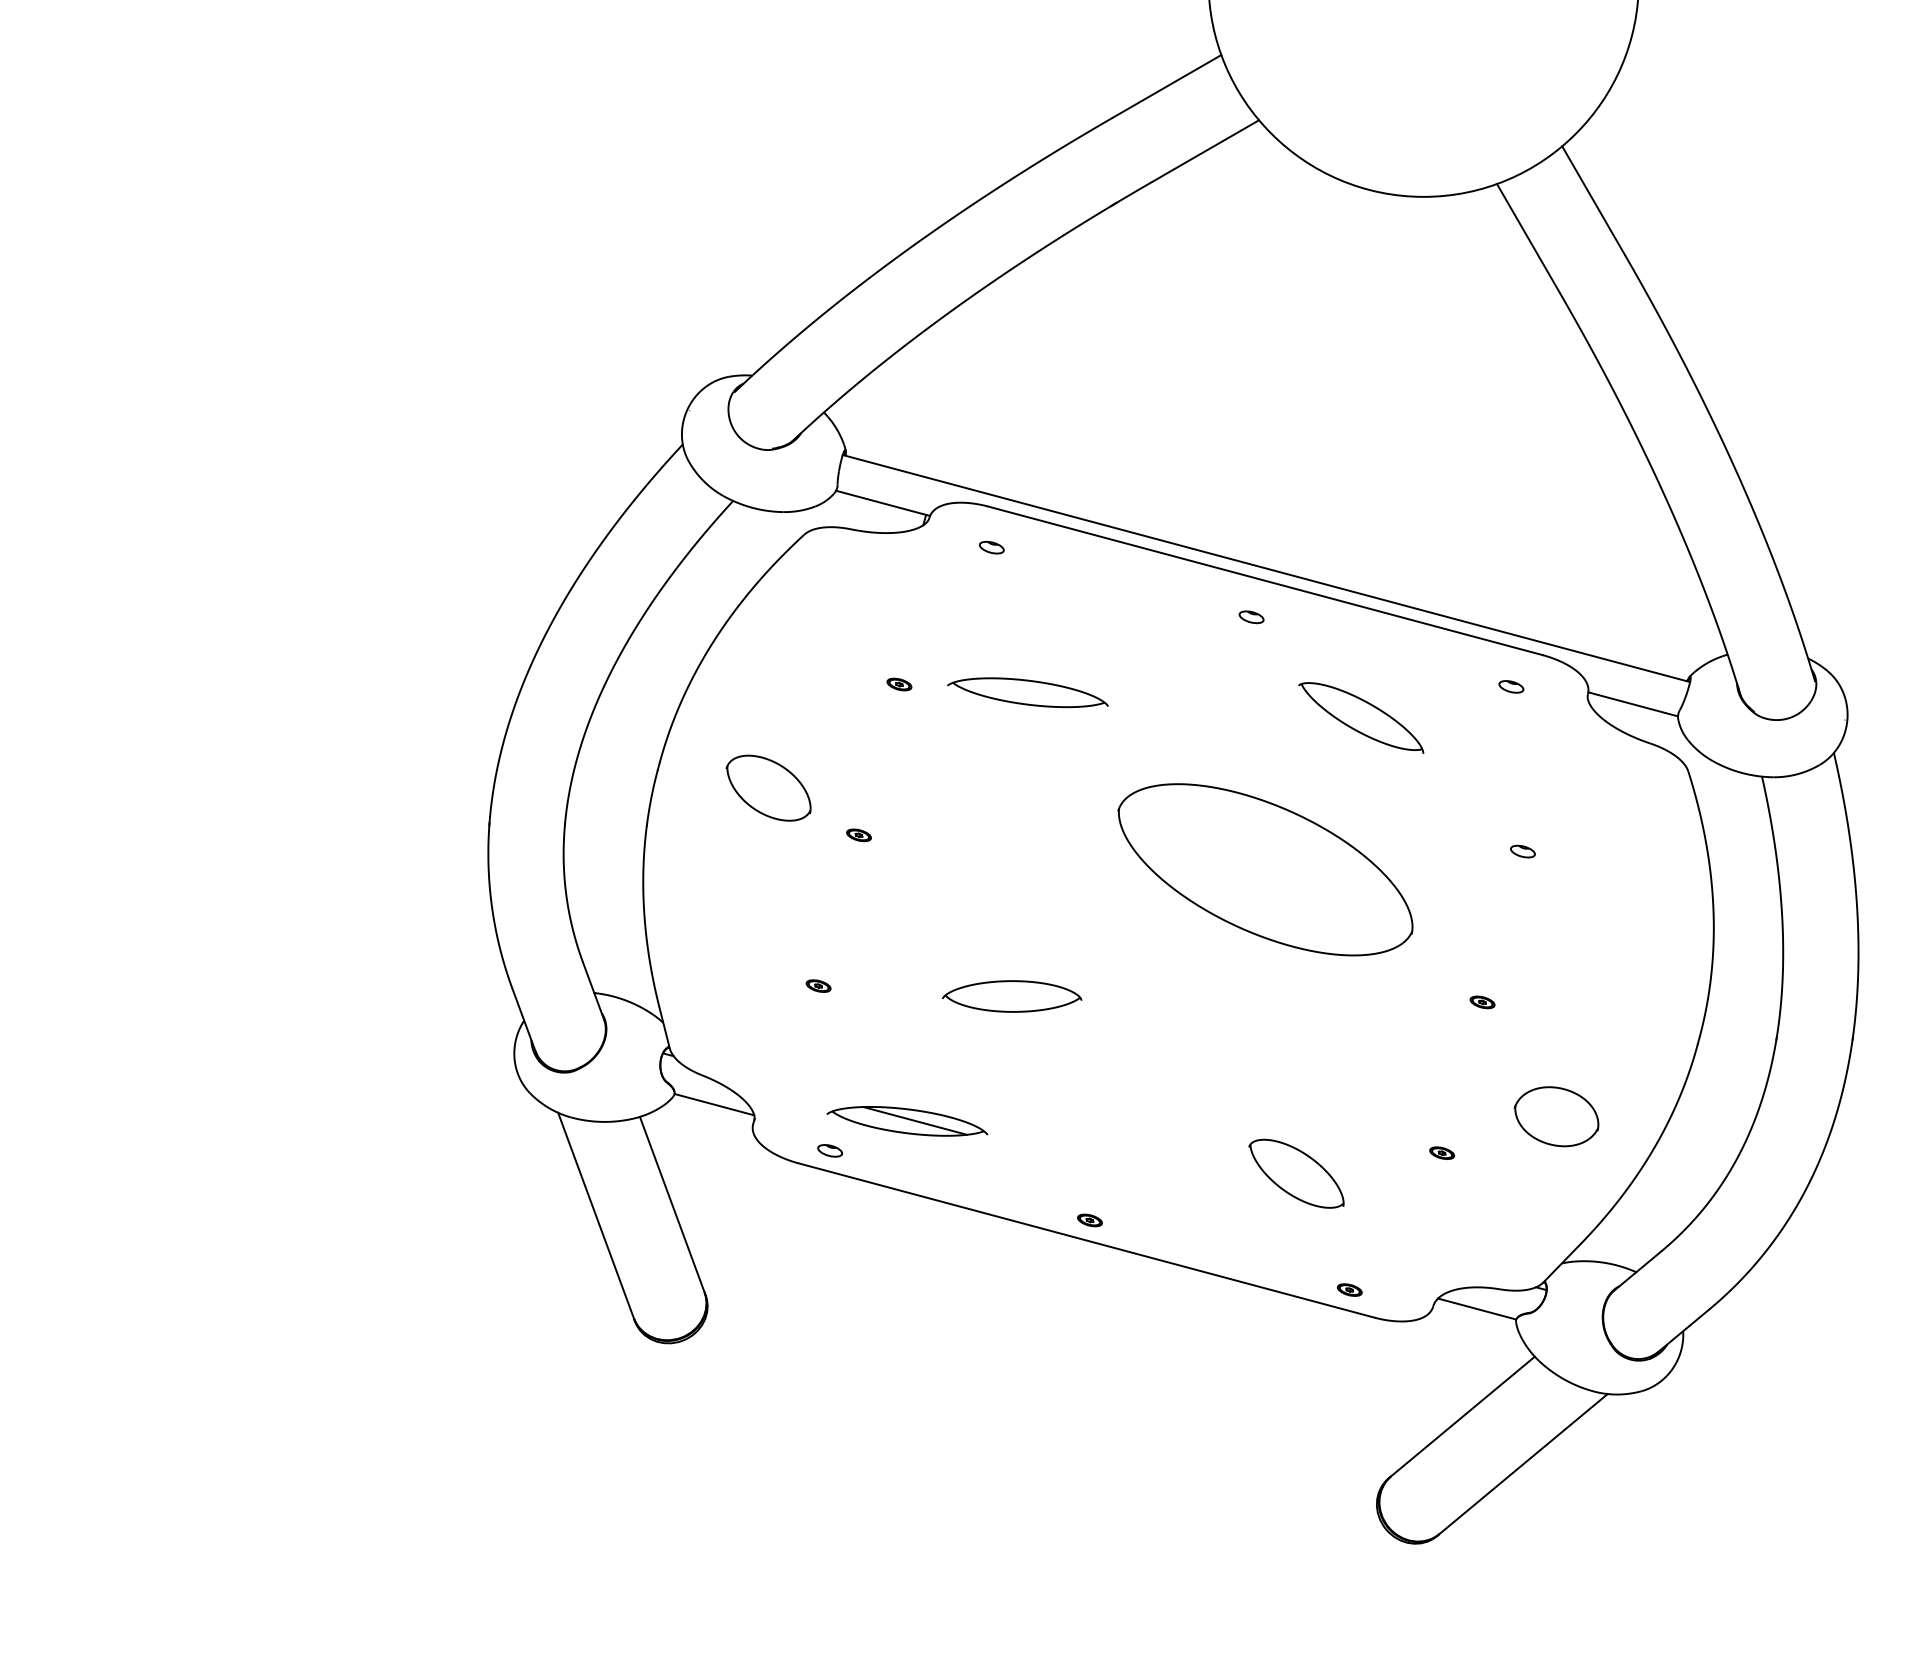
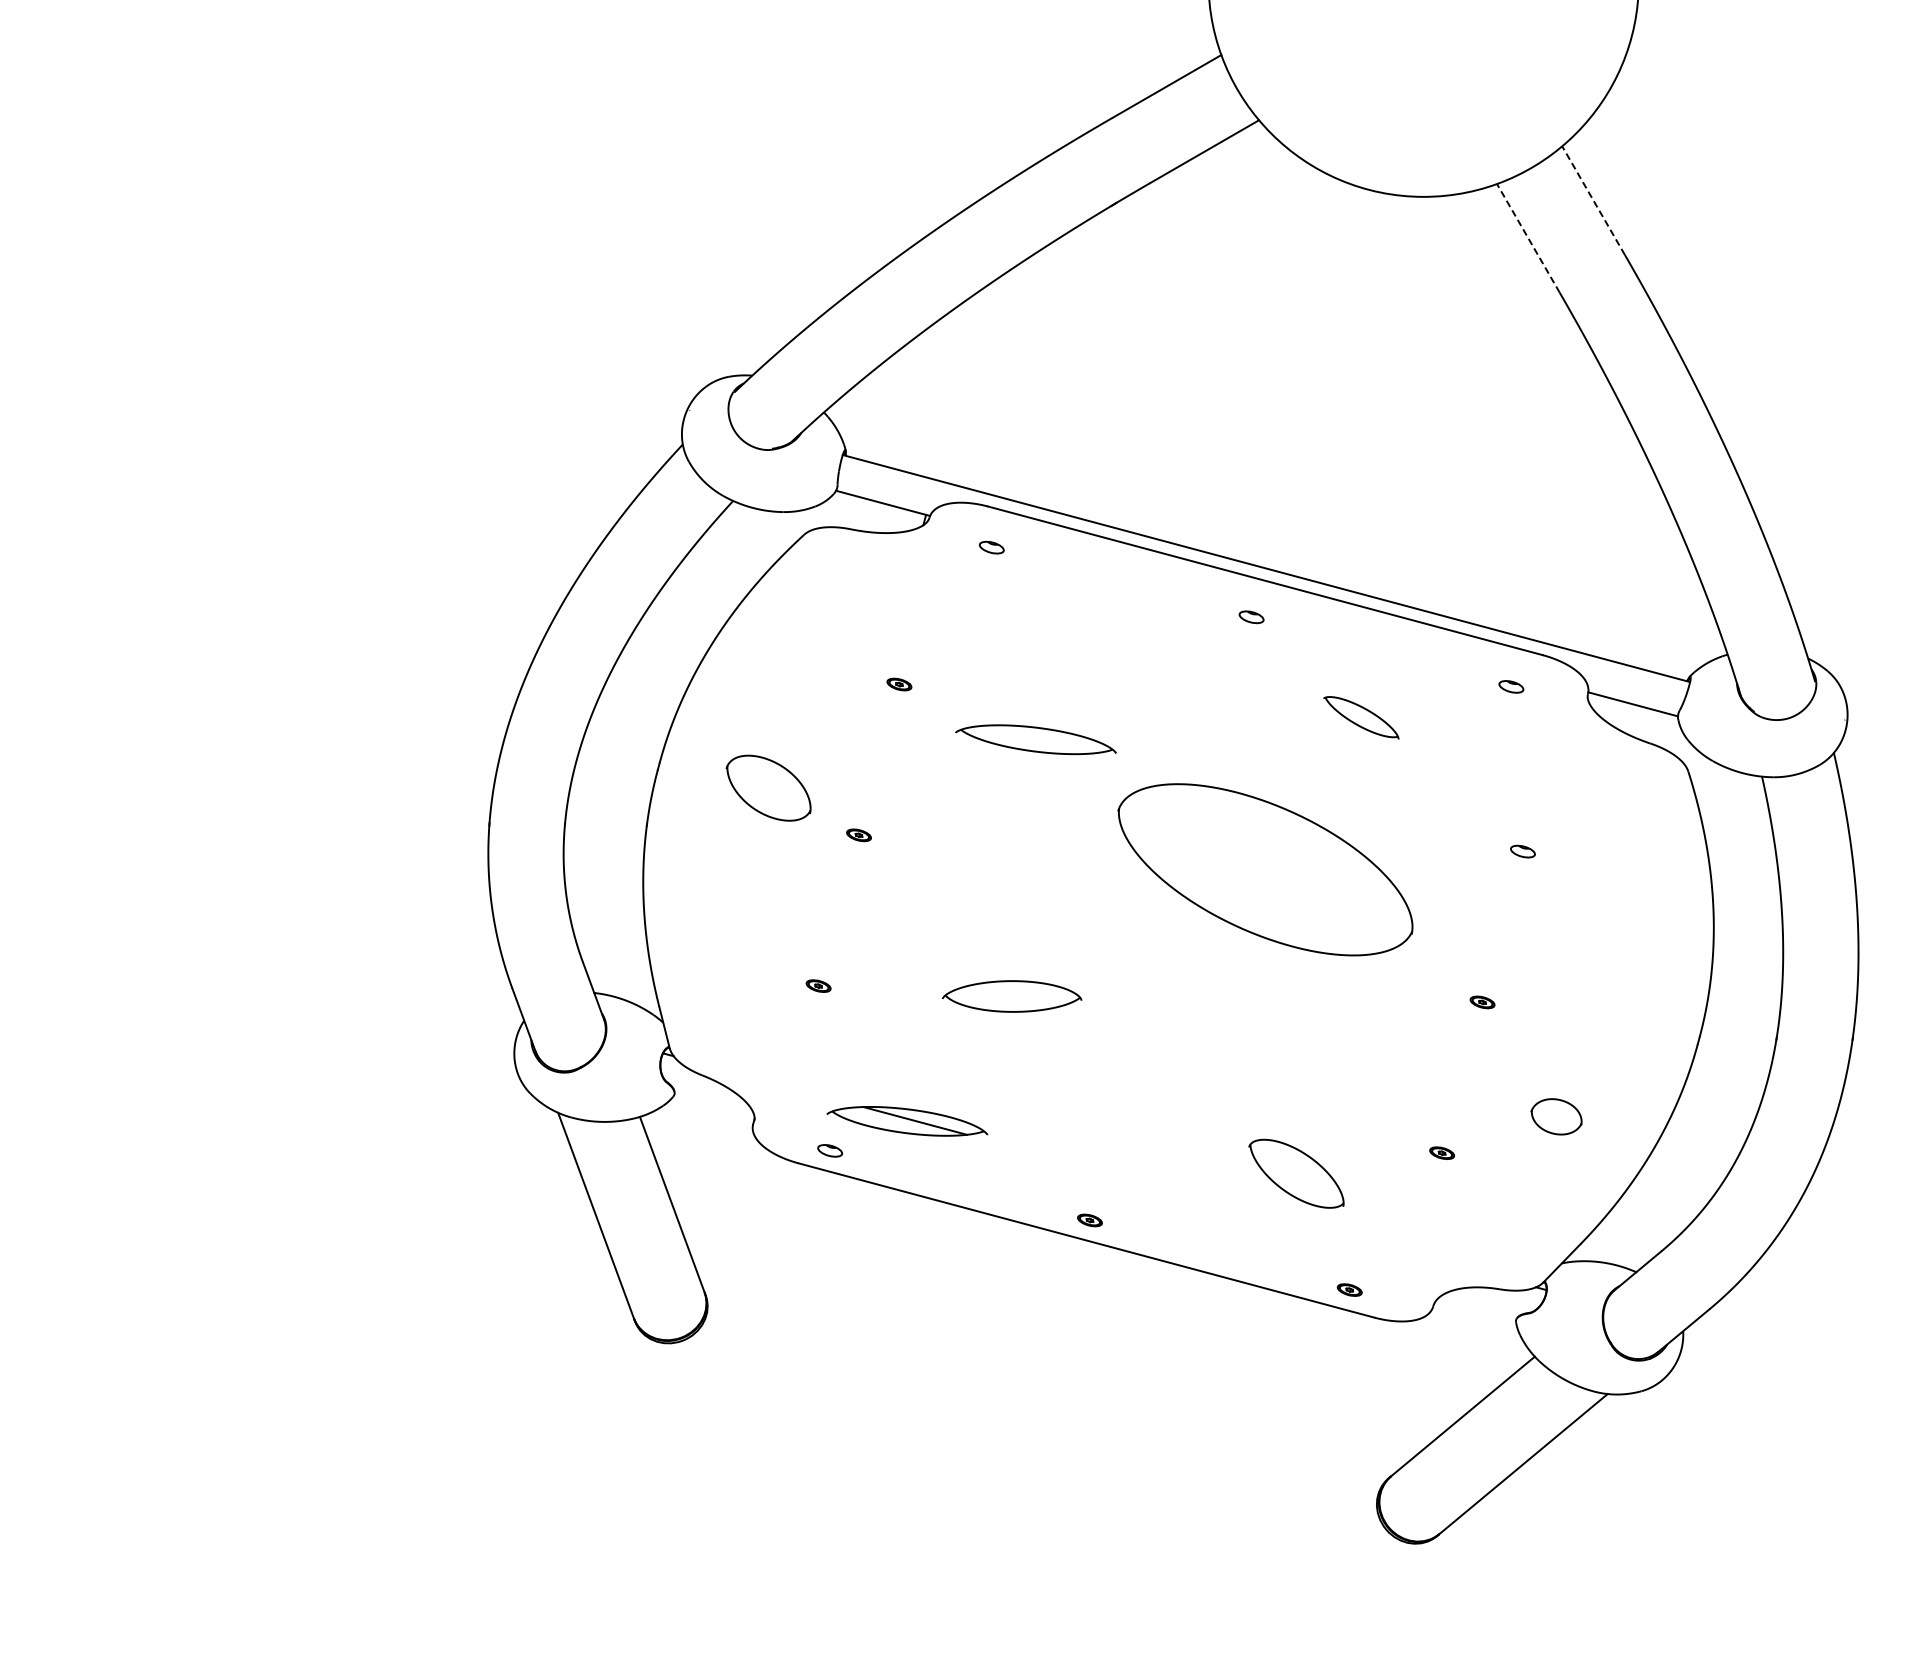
line at (1593, 200): solid -> dashed
line at (1528, 238): solid -> dashed
part at (1027, 692) position: (1027, 692) -> (1035, 739)
part at (1361, 717) size: 127x72 px -> 77x44 px
line at (714, 1104): present -> none
part at (1556, 1116) size: 87x62 px -> 53x38 px
line at (1477, 1308): present -> none
